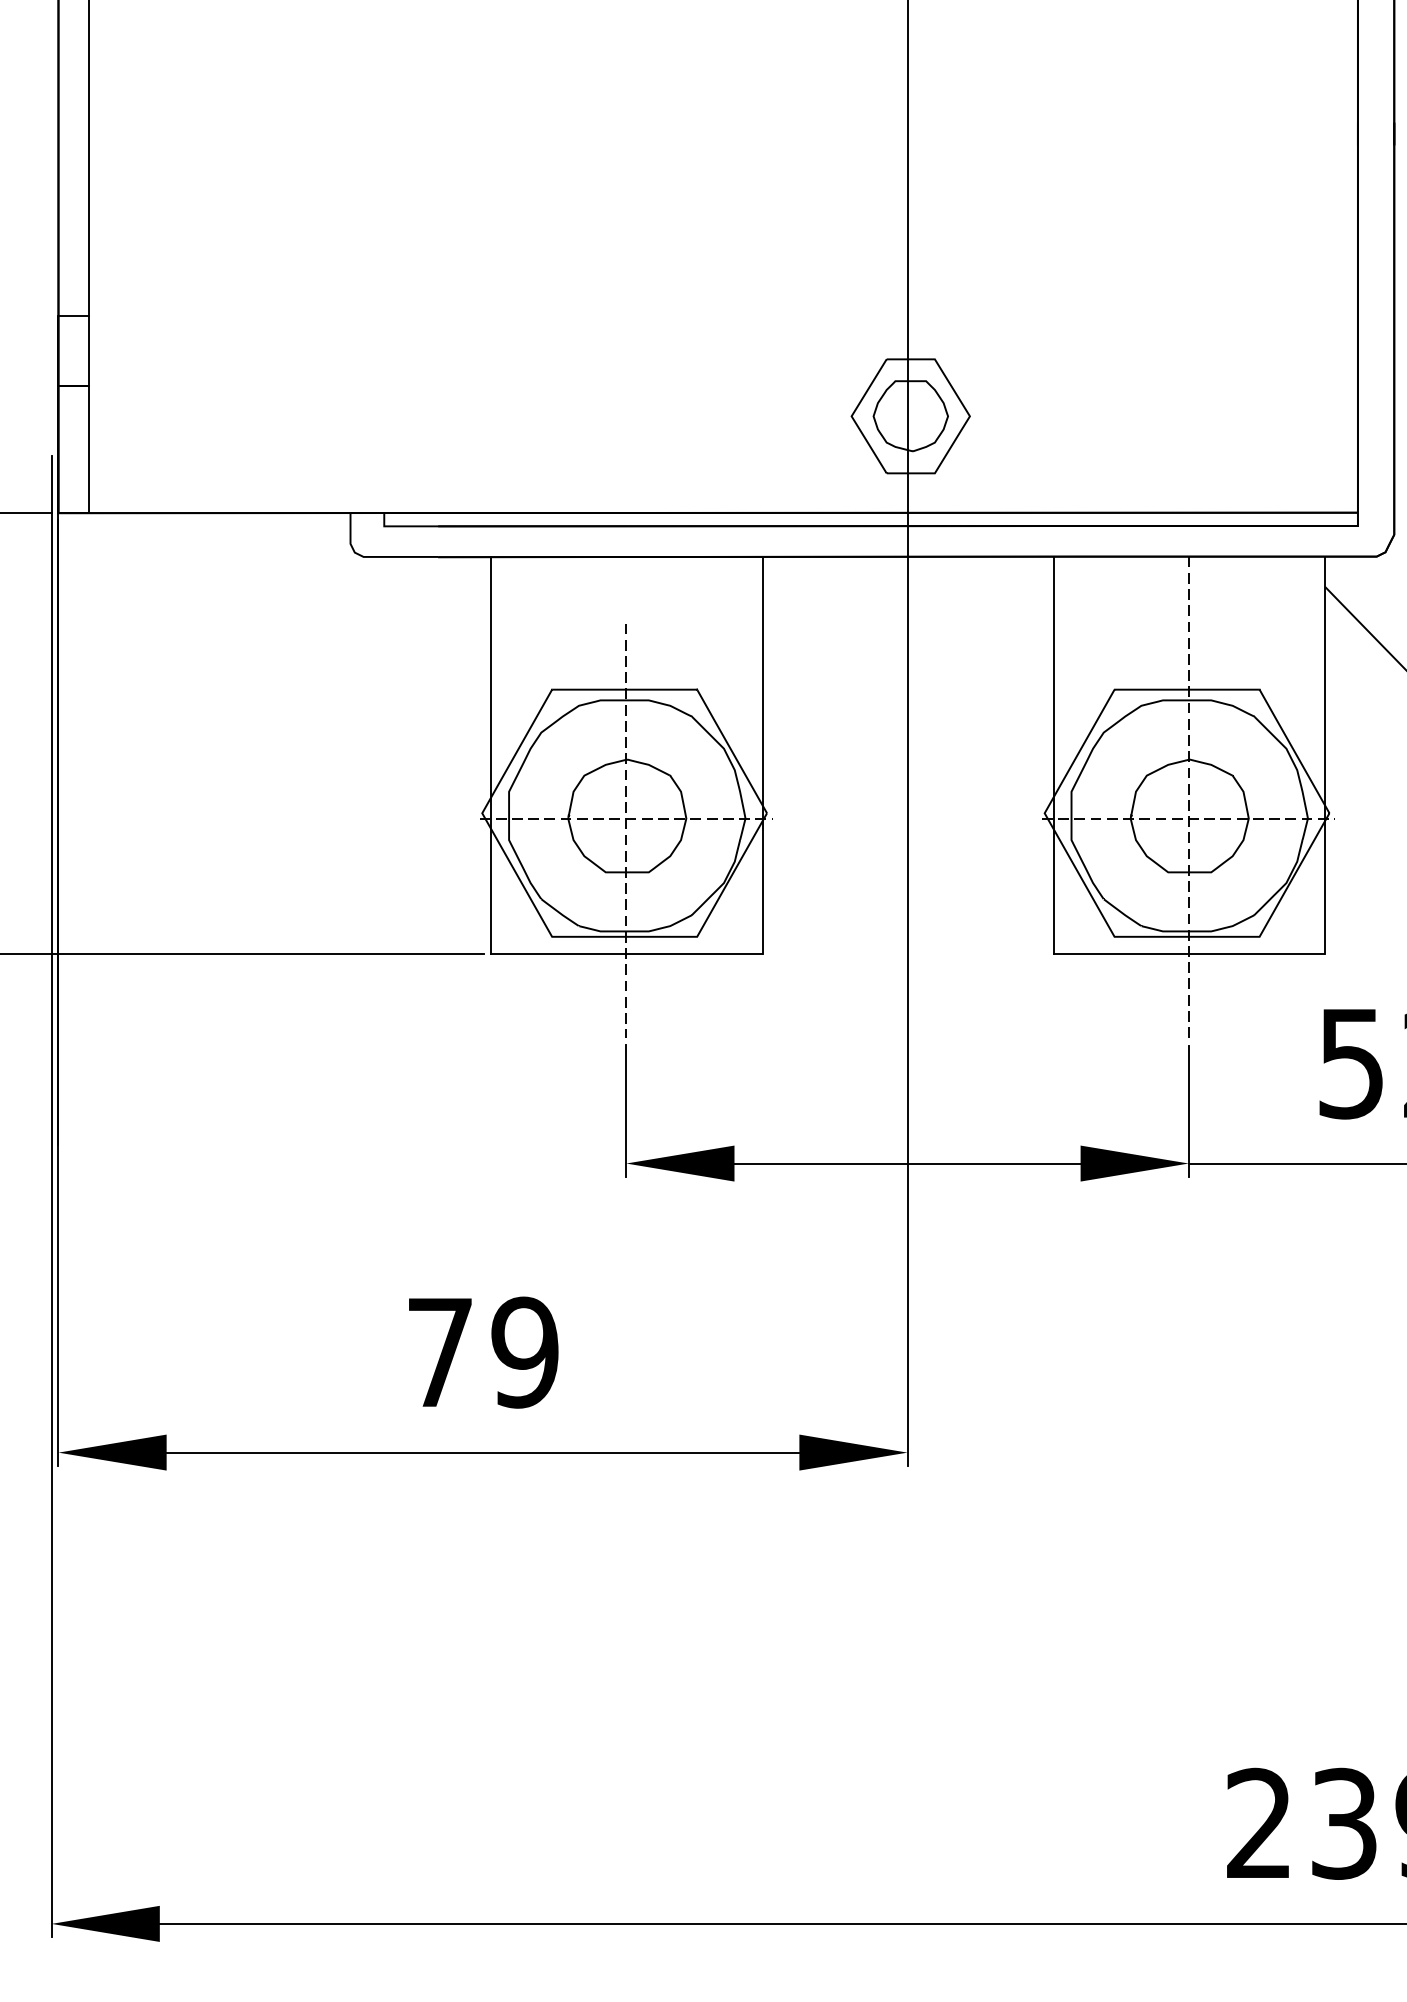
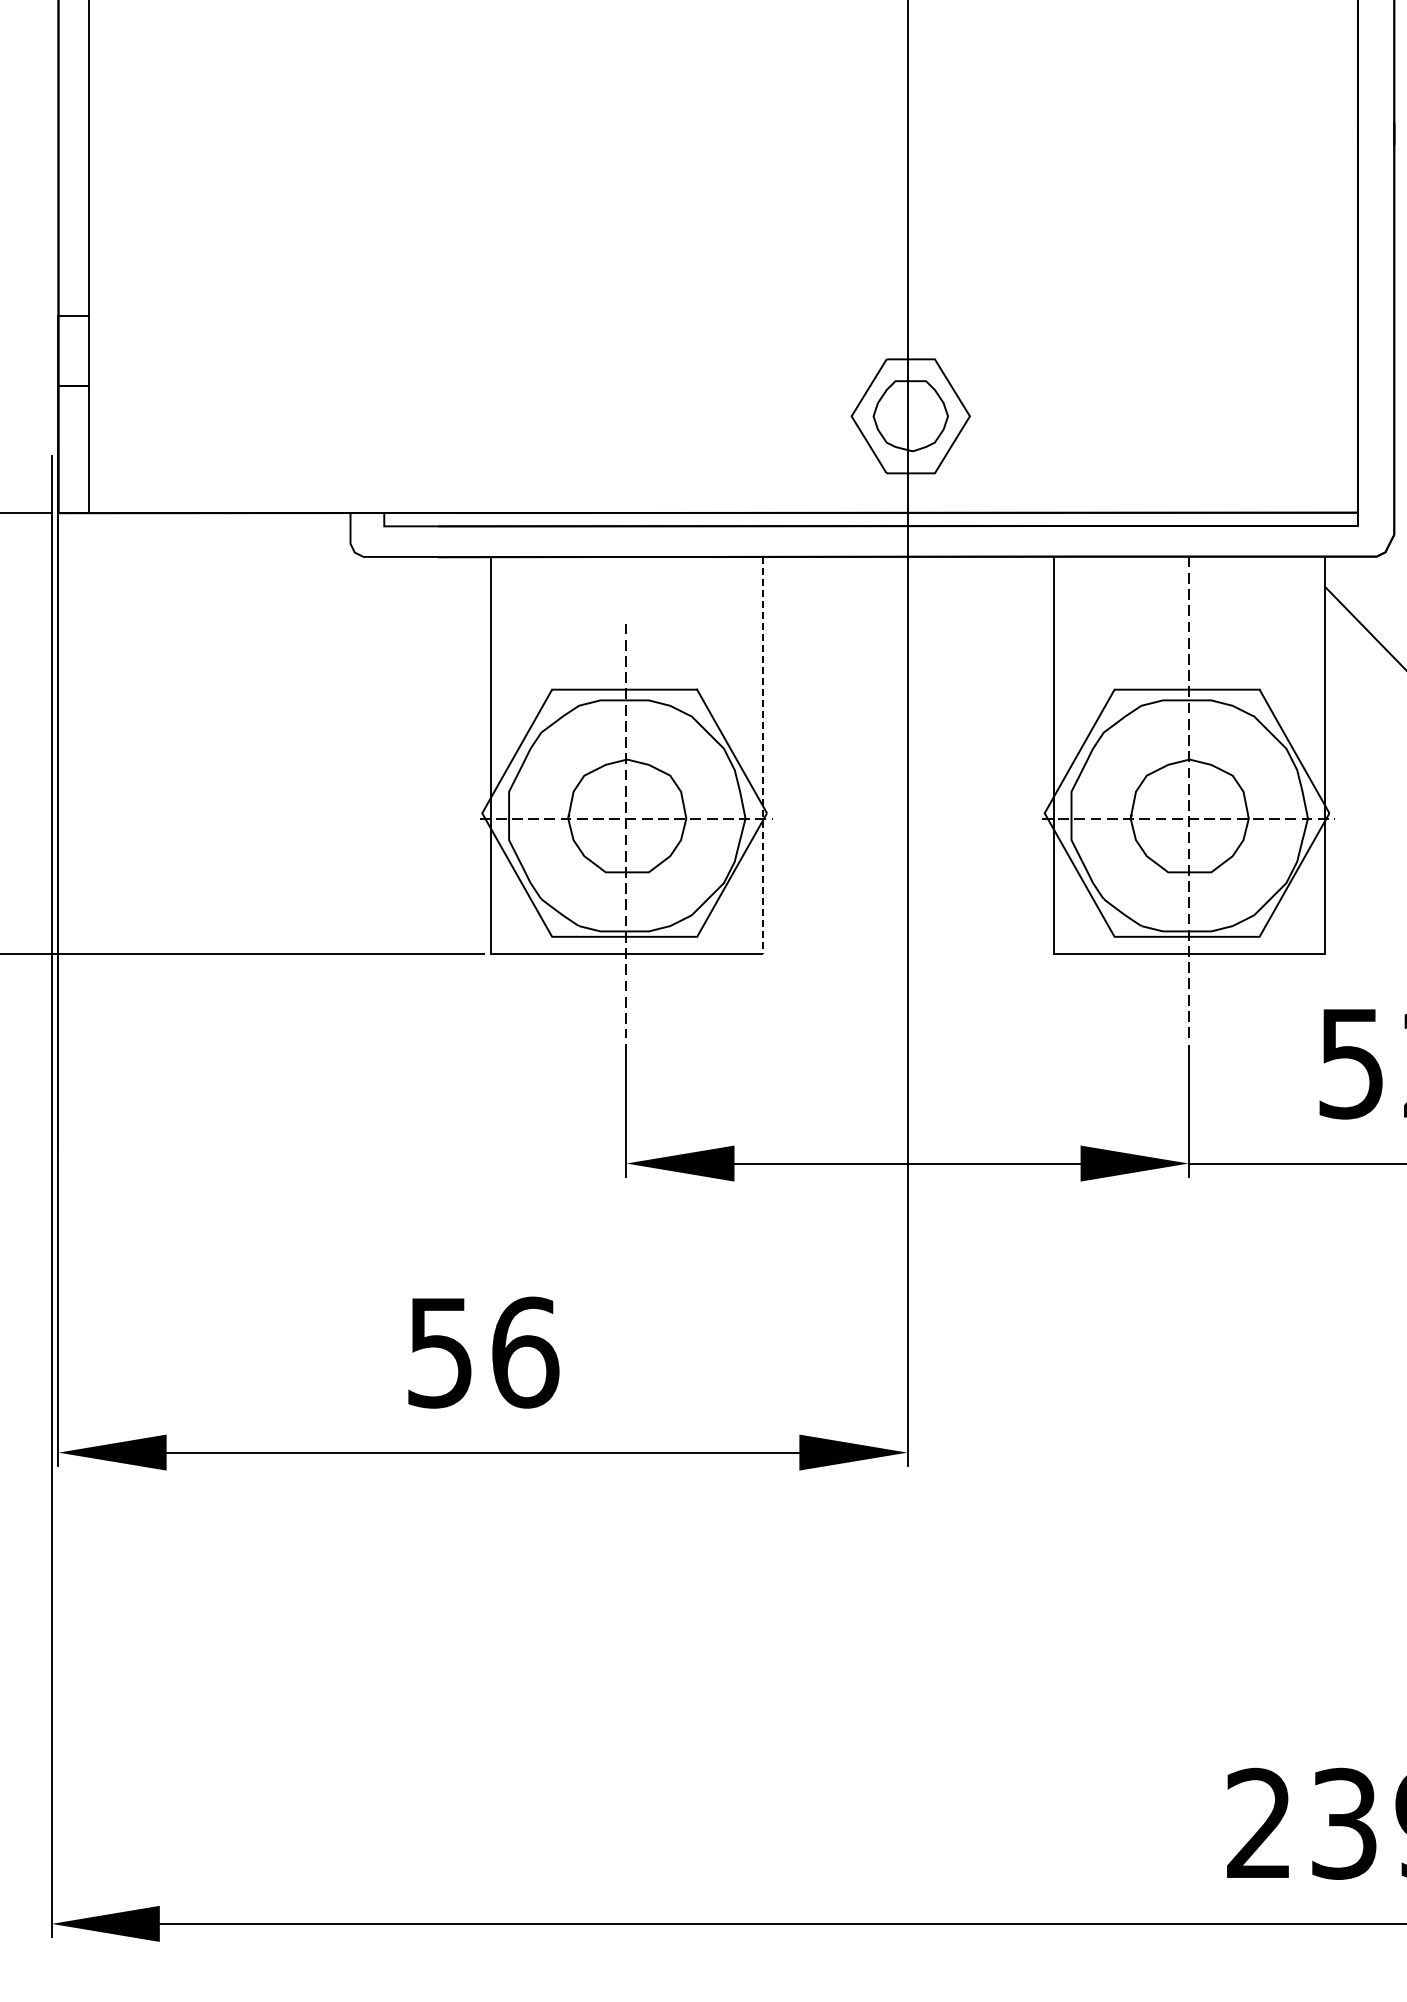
line at (762, 755): solid -> dashed
text at (483, 1352): 79 -> 56
